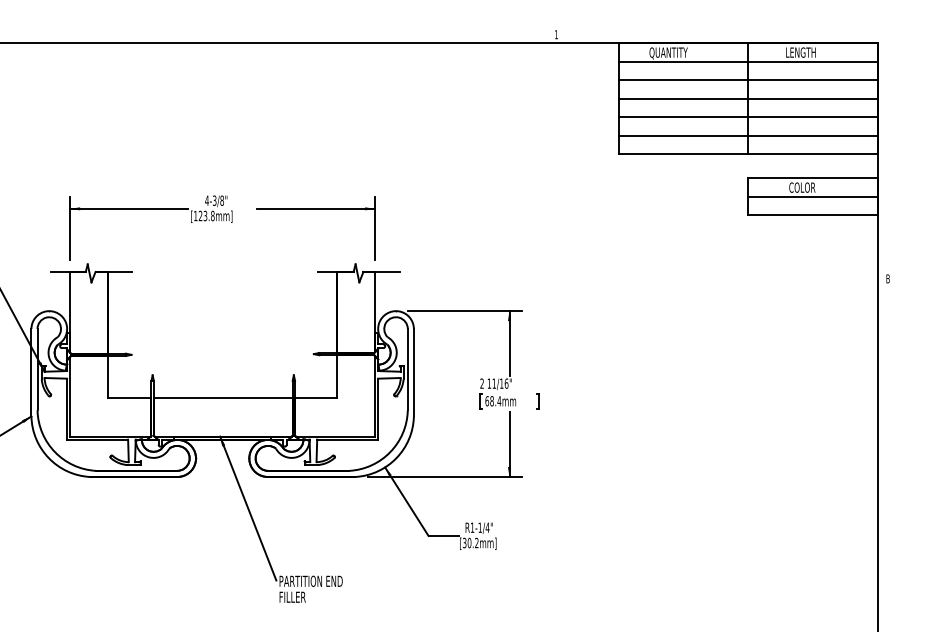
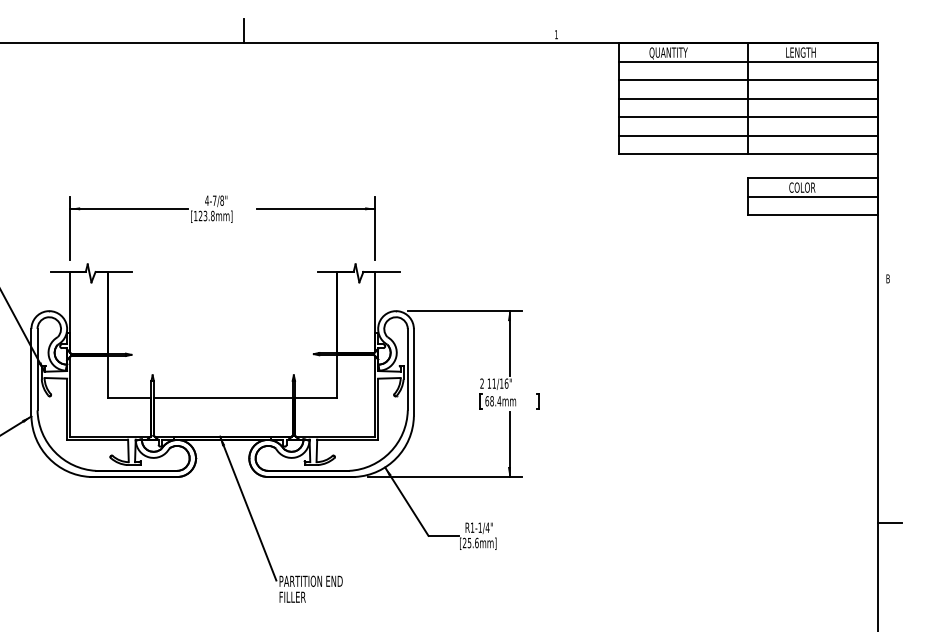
line at (243, 31): none -> present
text at (214, 200): 4-3/8" -> 4-7/8"
line at (889, 523): none -> present
text at (470, 542): [30.2mm] -> [25.6mm]
